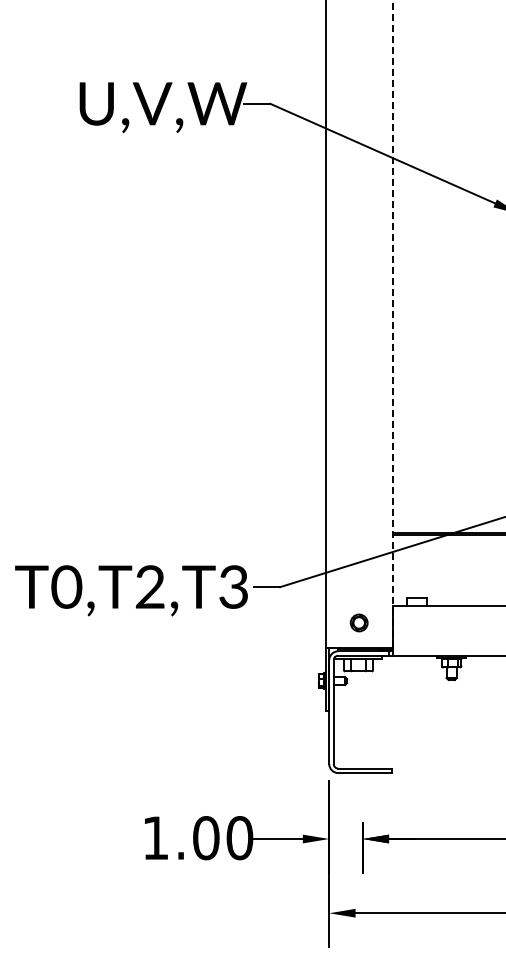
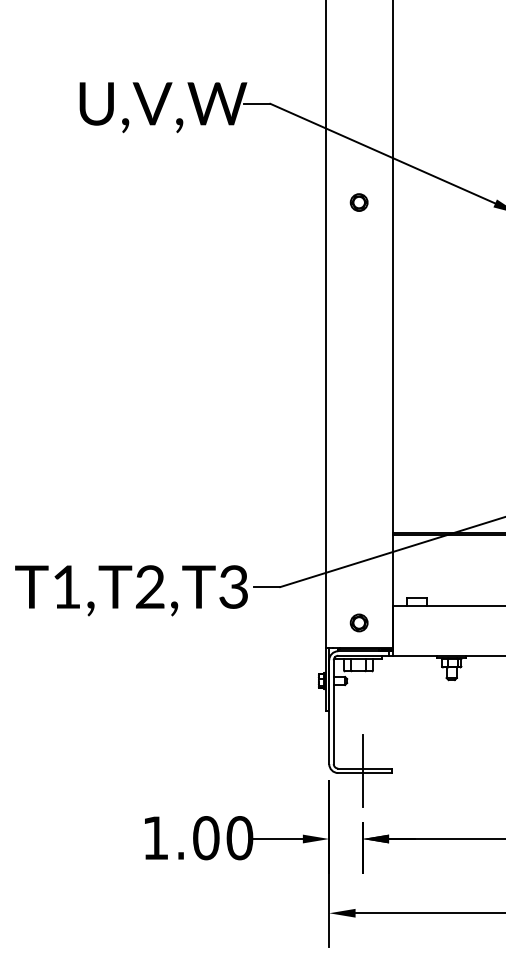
part at (358, 202): none -> present
line at (392, 324): dashed -> solid
text at (66, 586): T0,T2,T3 -> T1,T2,T3
line at (362, 770): none -> present
